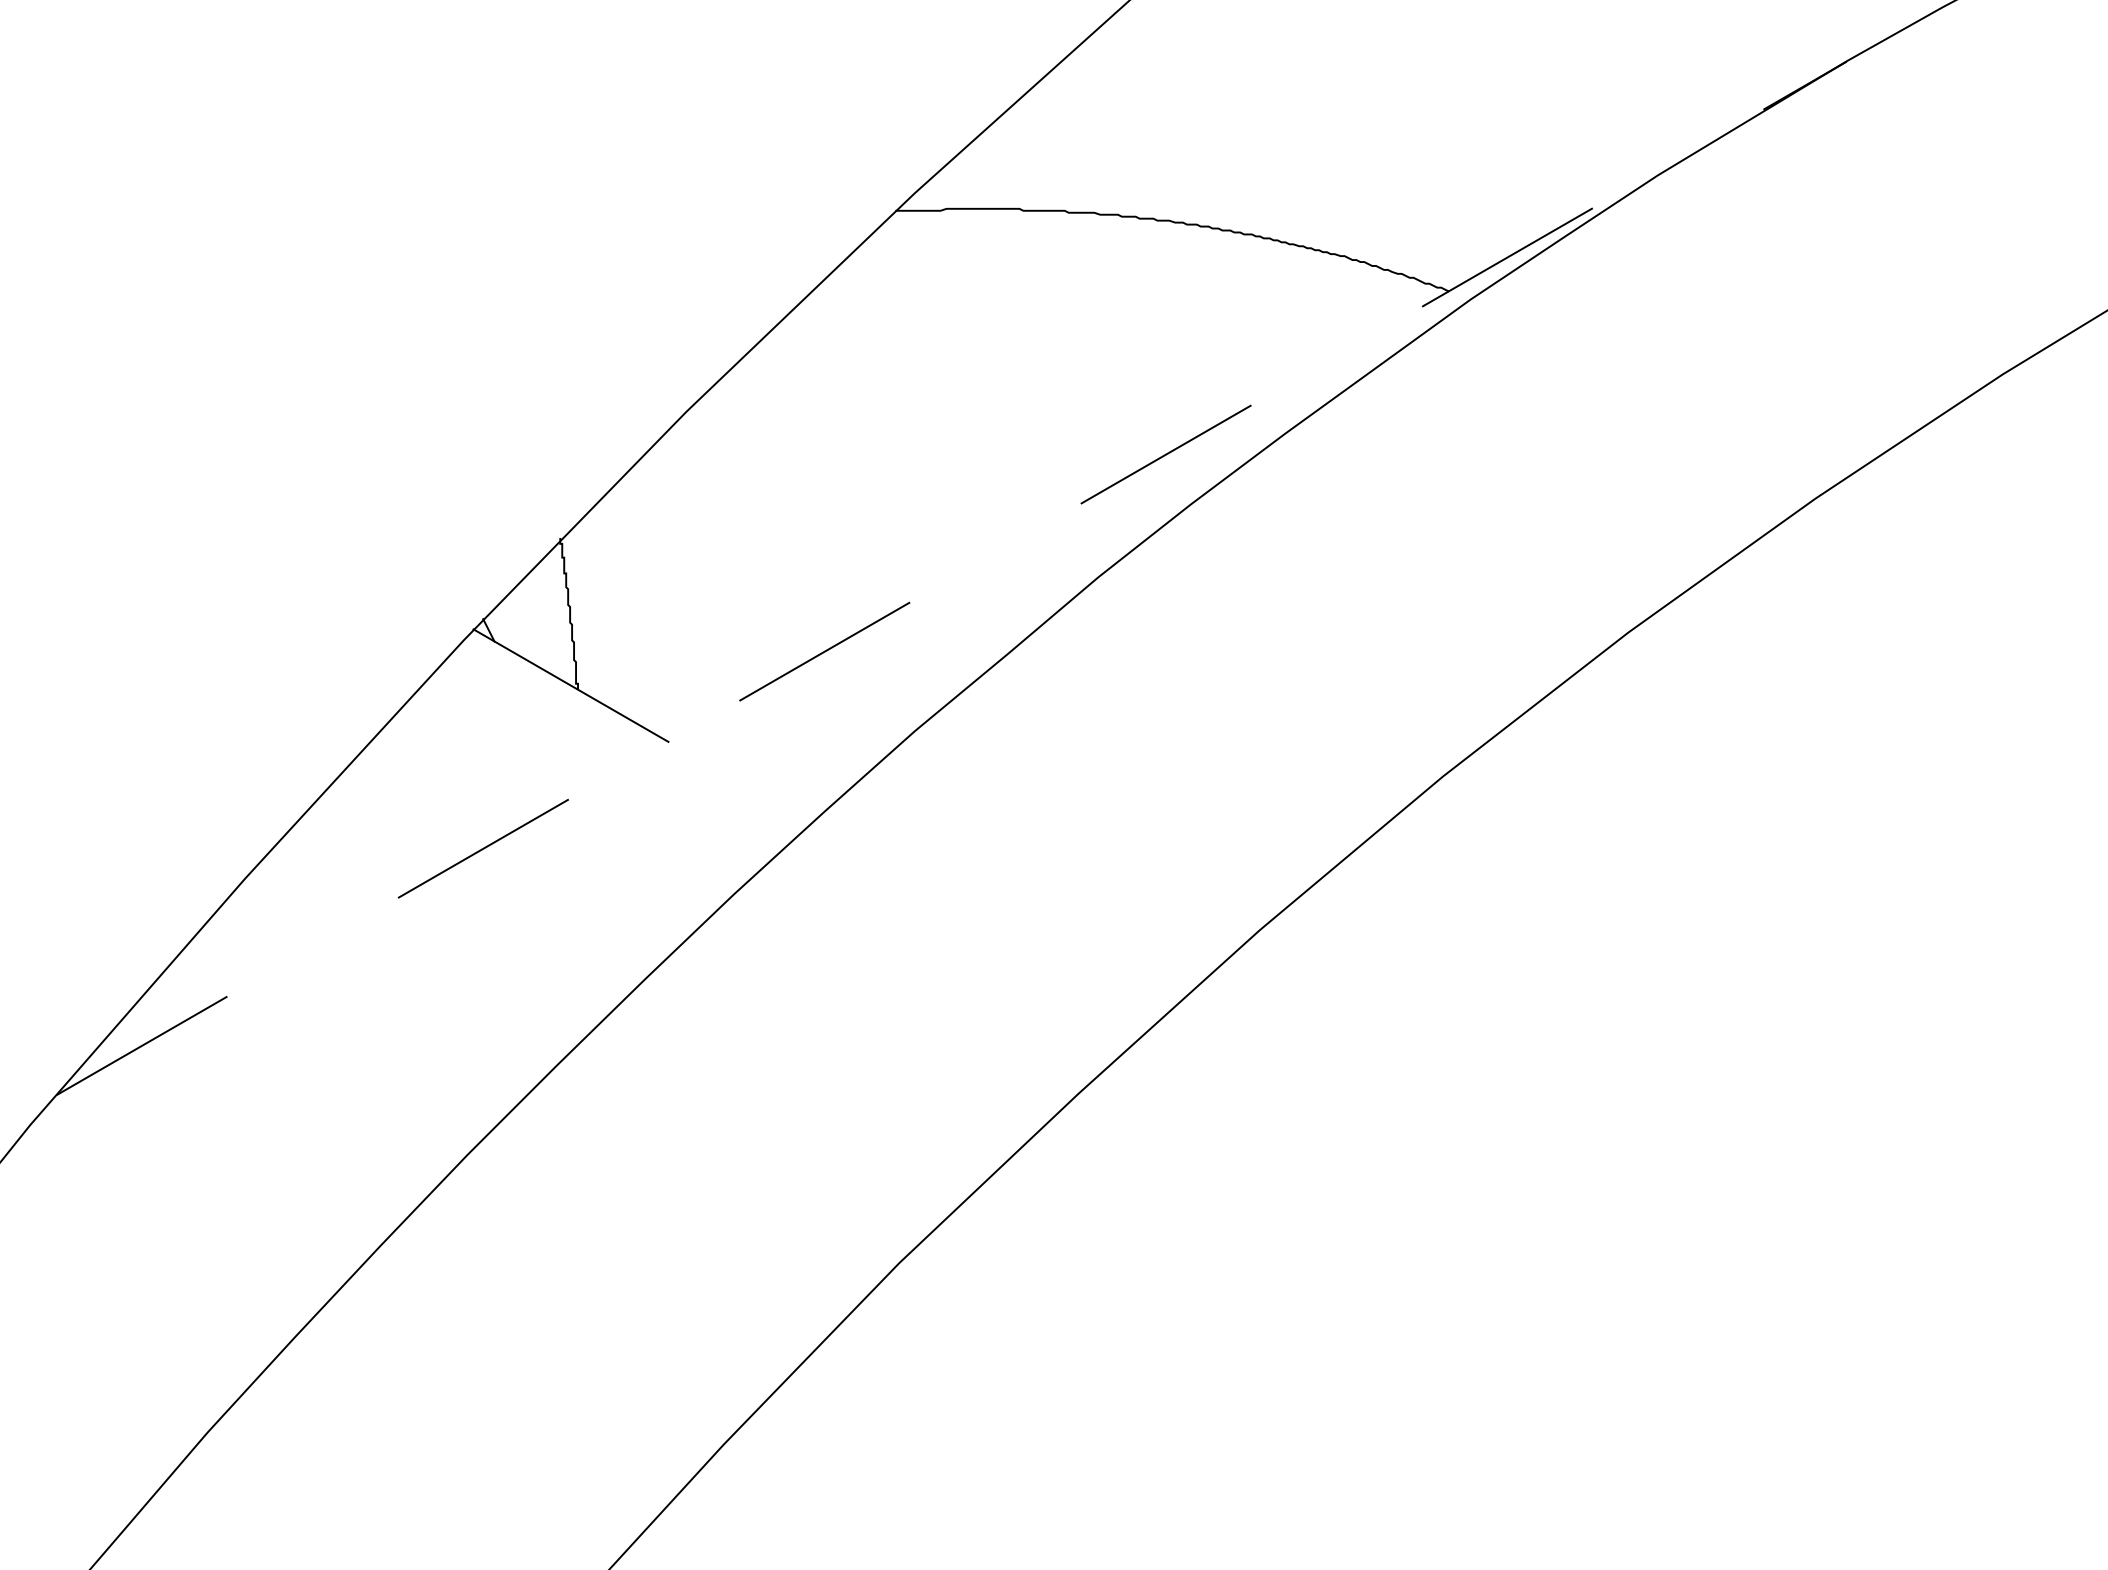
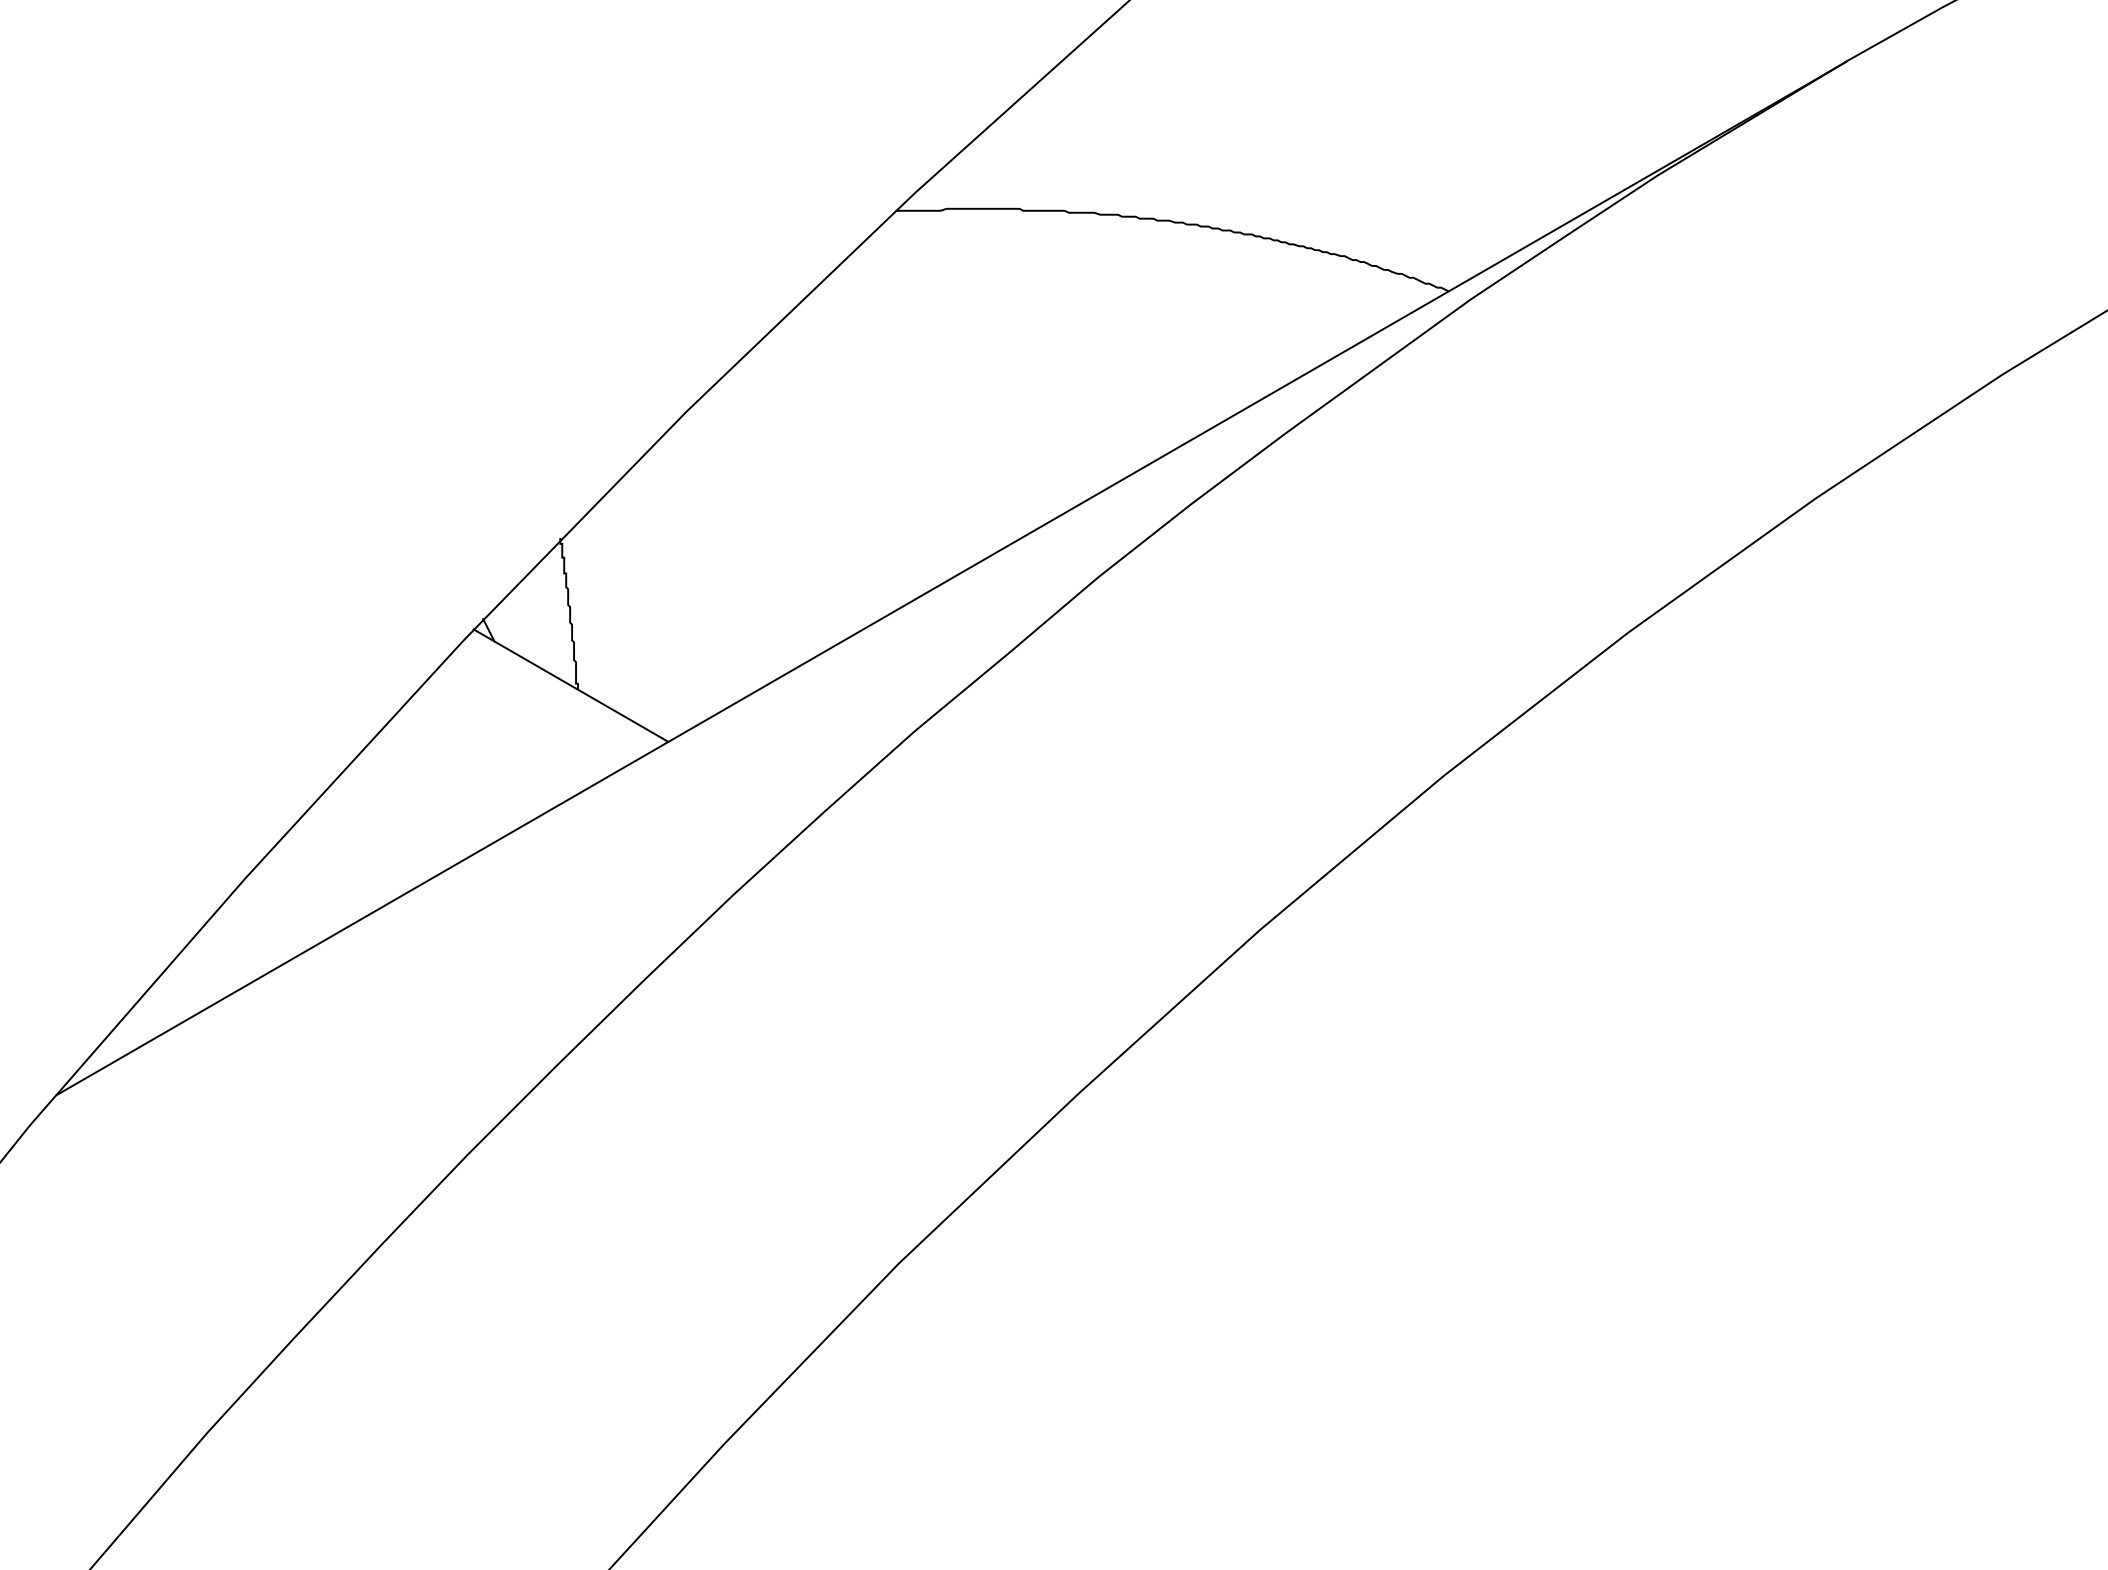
line at (952, 578): dashed -> solid
